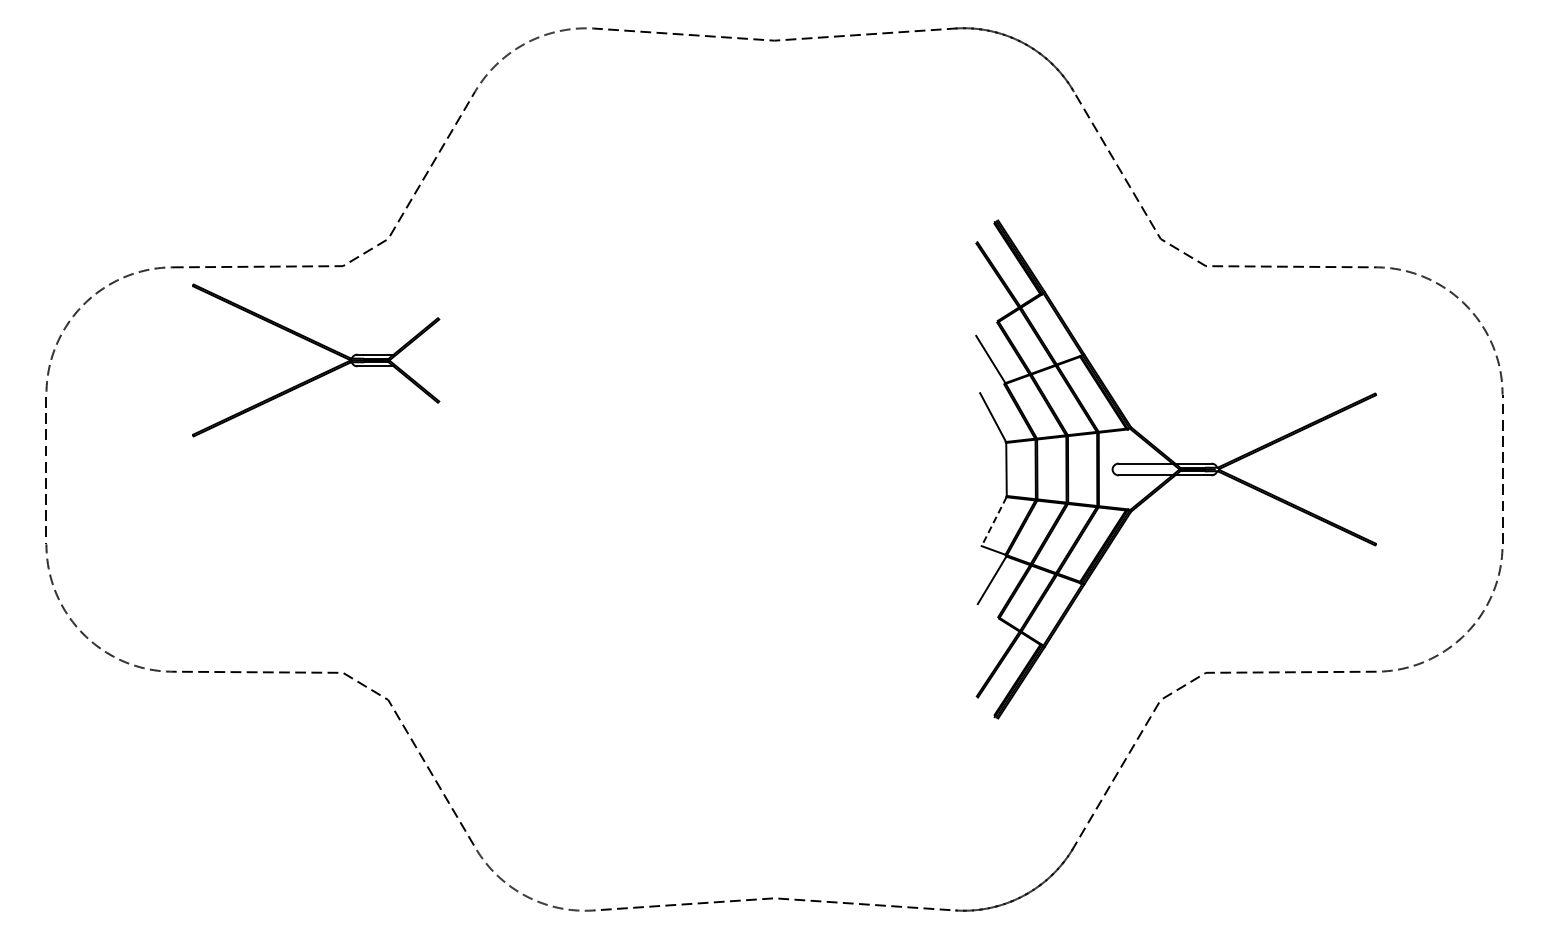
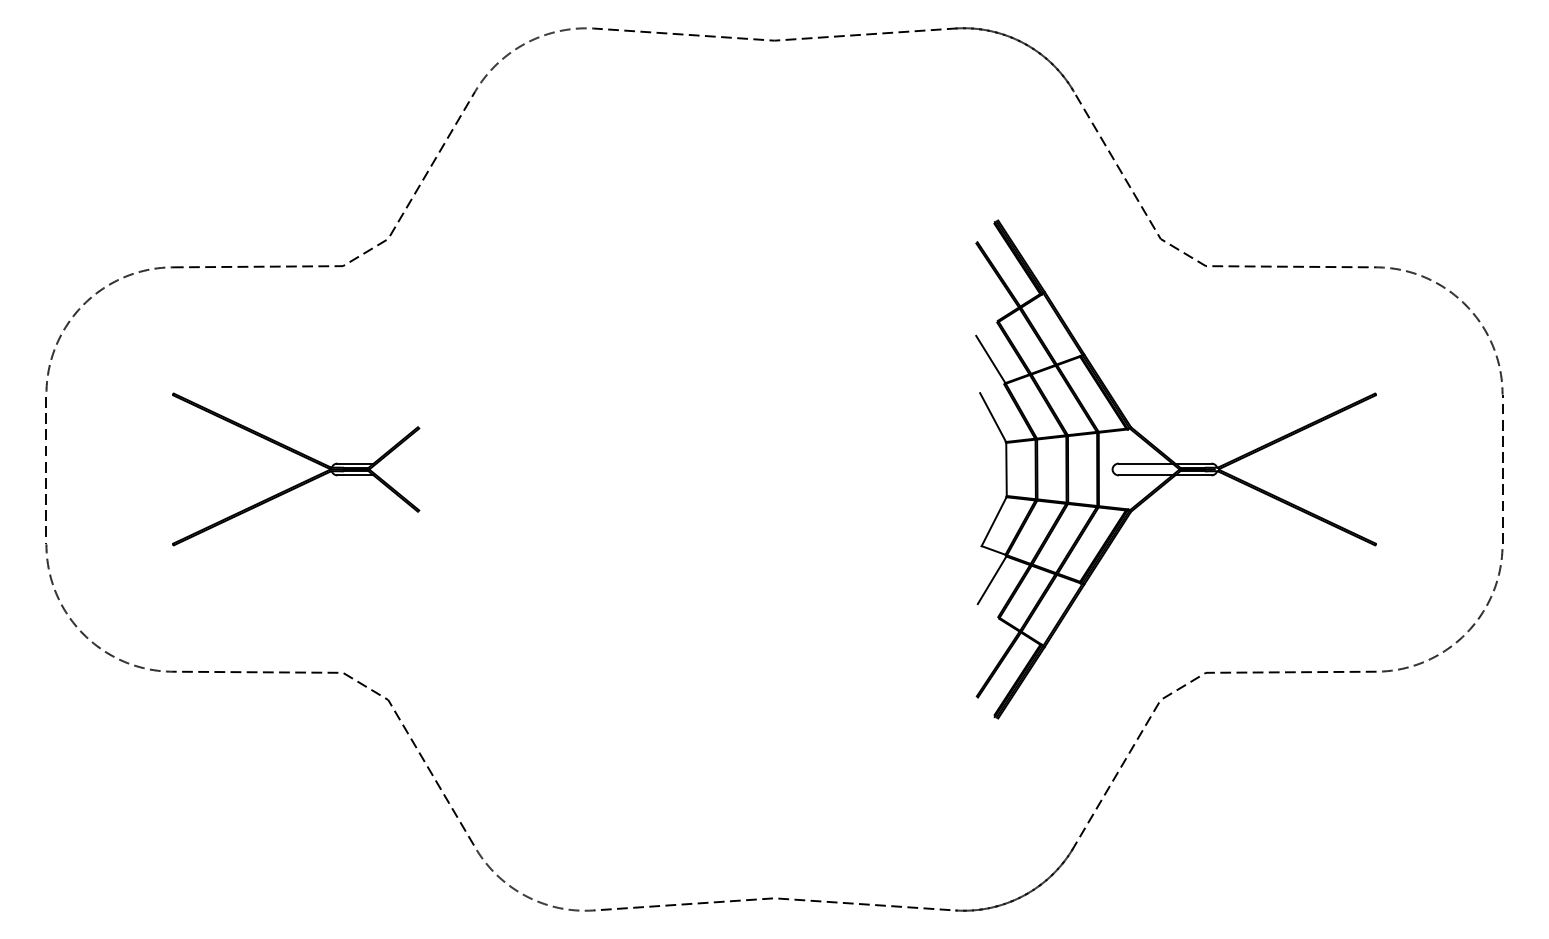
part at (322, 348) position: (322, 348) -> (302, 457)
line at (993, 522): dashed -> solid
